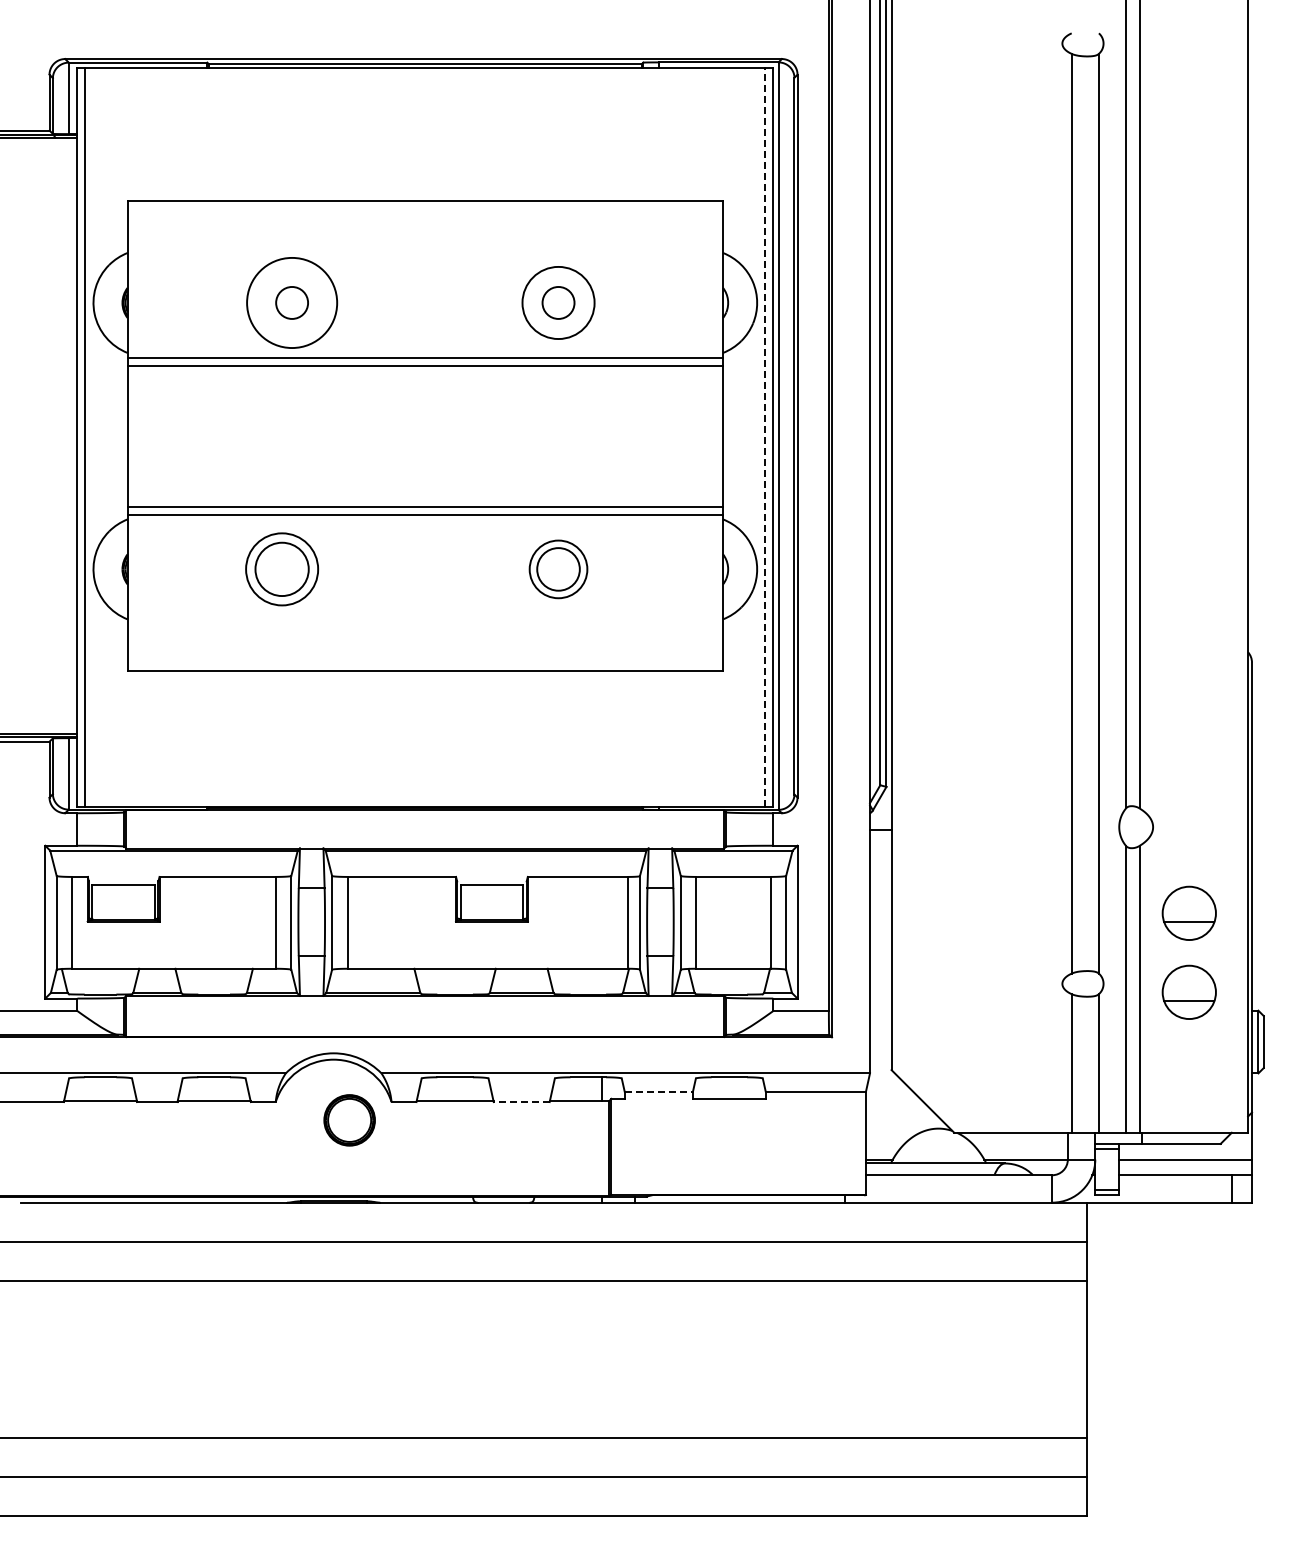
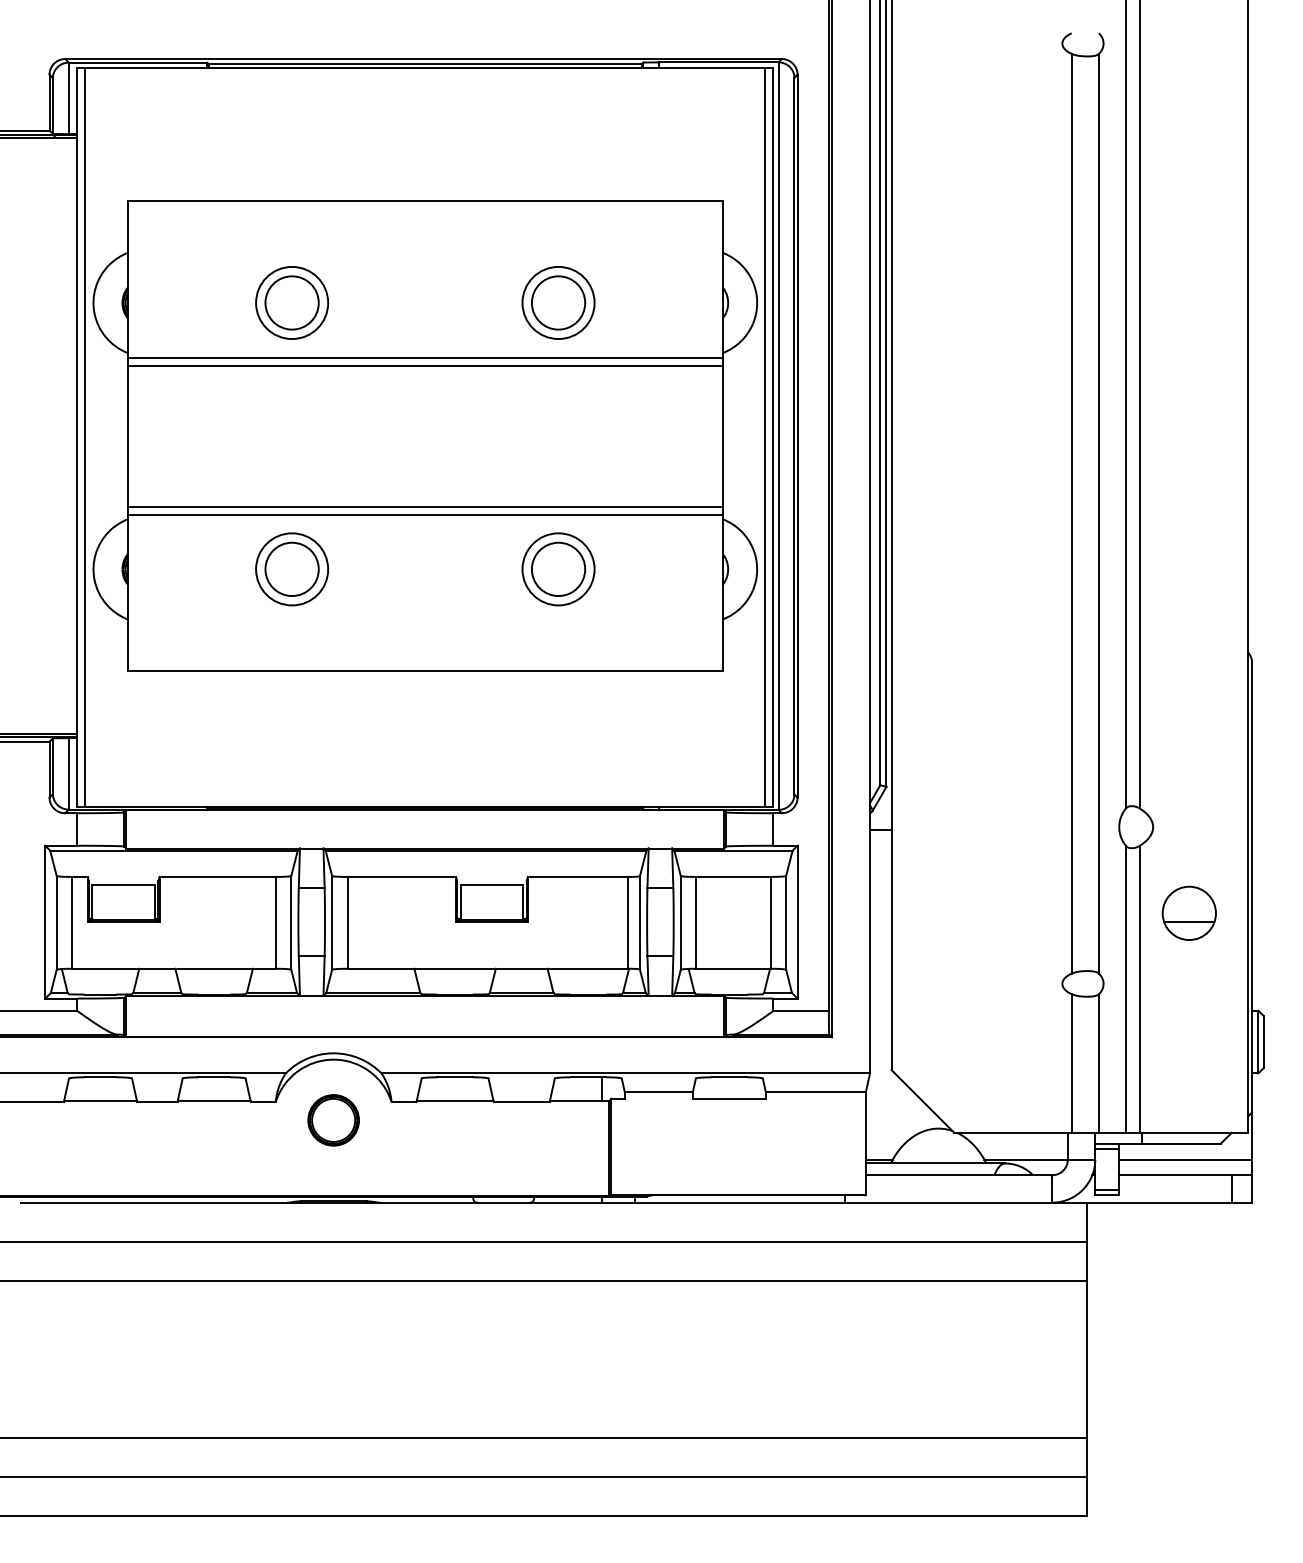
circle at (292, 302) diameter: 32 px -> 53 px
circle at (292, 302) diameter: 90 px -> 72 px
circle at (558, 302) diameter: 32 px -> 53 px
line at (765, 436): dashed -> solid
part at (282, 569) position: (282, 569) -> (292, 569)
part at (558, 569) size: 61x61 px -> 75x75 px
part at (1188, 991): present -> none
line at (659, 1091): dashed -> solid
line at (521, 1102): dashed -> solid
part at (349, 1120) position: (349, 1120) -> (333, 1120)
